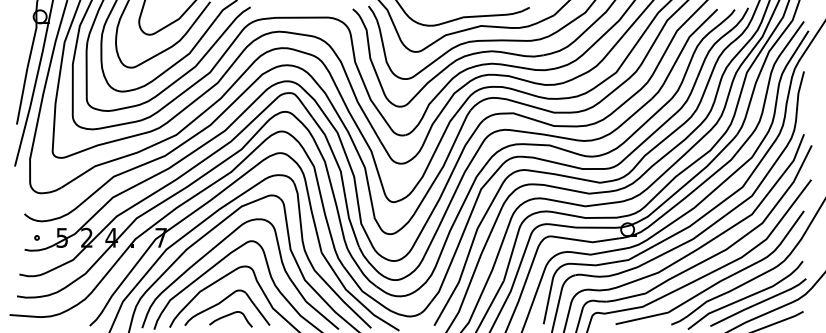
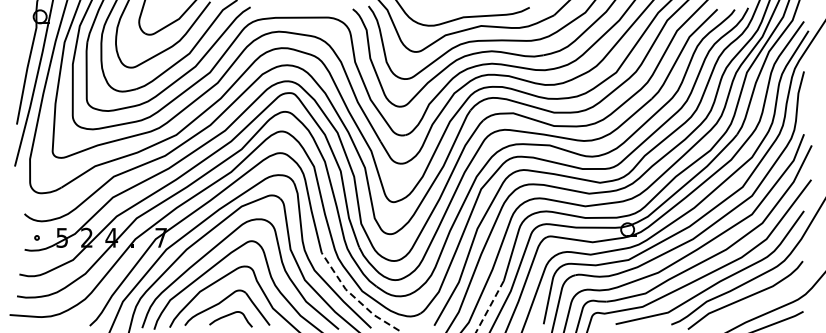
line at (354, 297): solid -> dashed
line at (758, 302): present -> none
line at (489, 307): solid -> dashed
